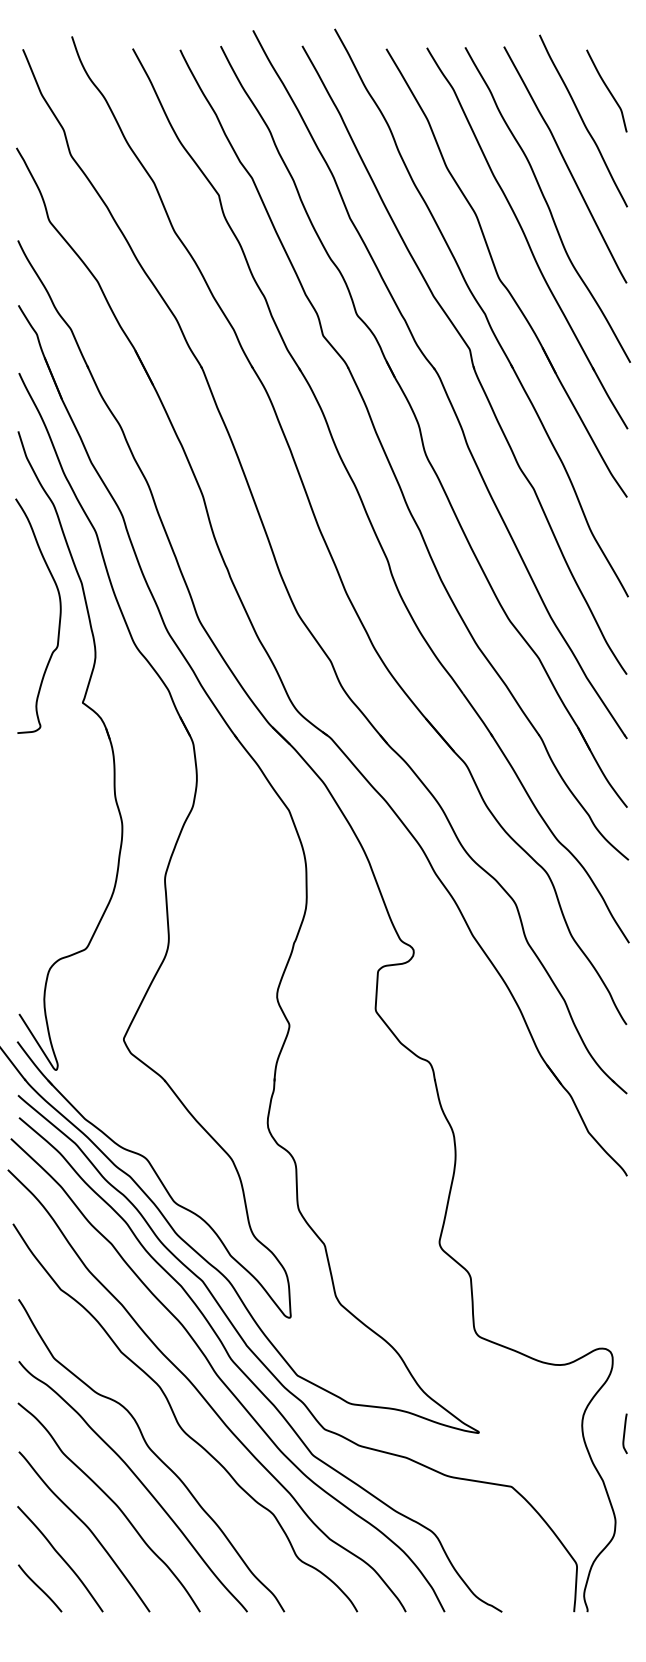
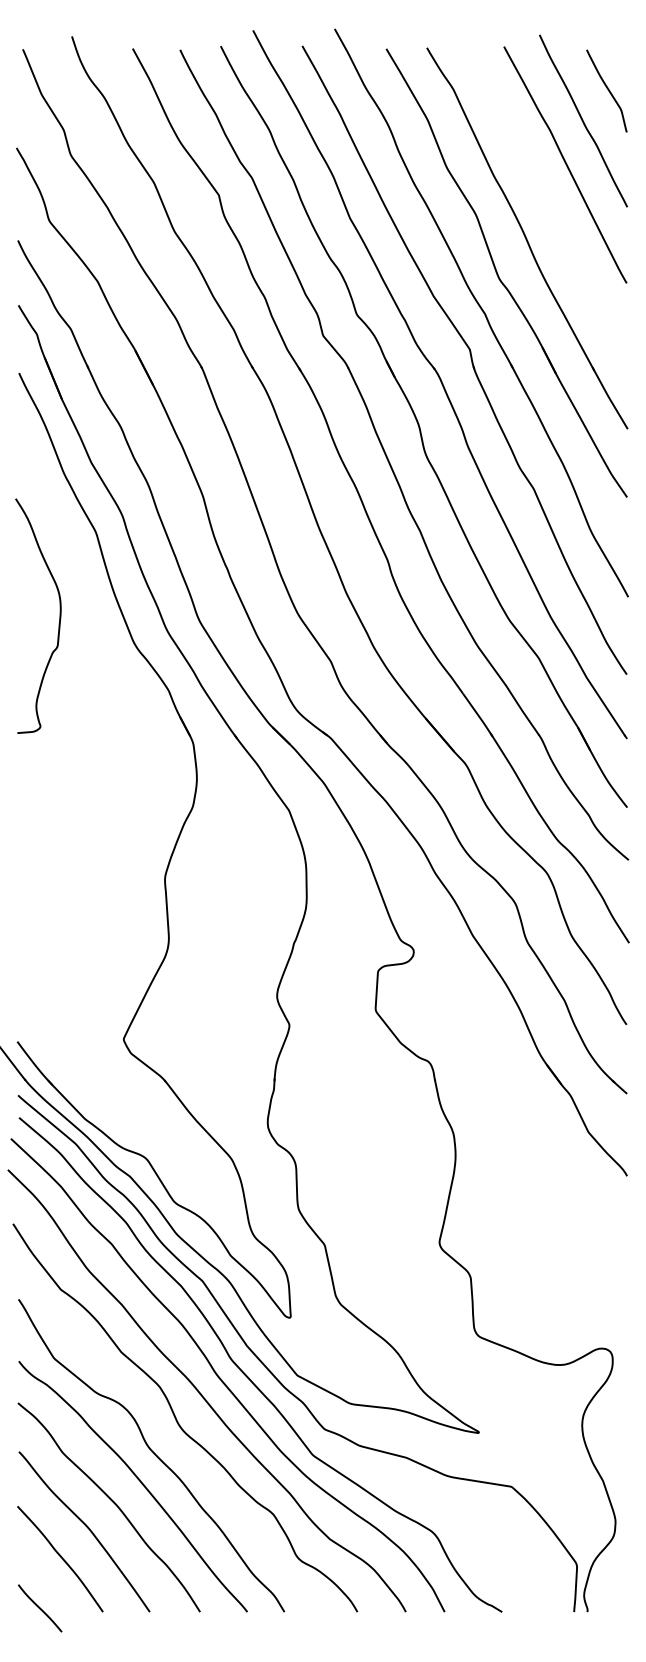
curve at (547, 204): present -> none
part at (107, 736): present -> none
curve at (624, 1433): present -> none
line at (40, 1588) position: (40, 1588) -> (40, 1608)
